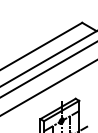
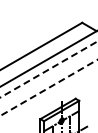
line at (49, 69): solid -> dashed
line at (48, 88): solid -> dashed
